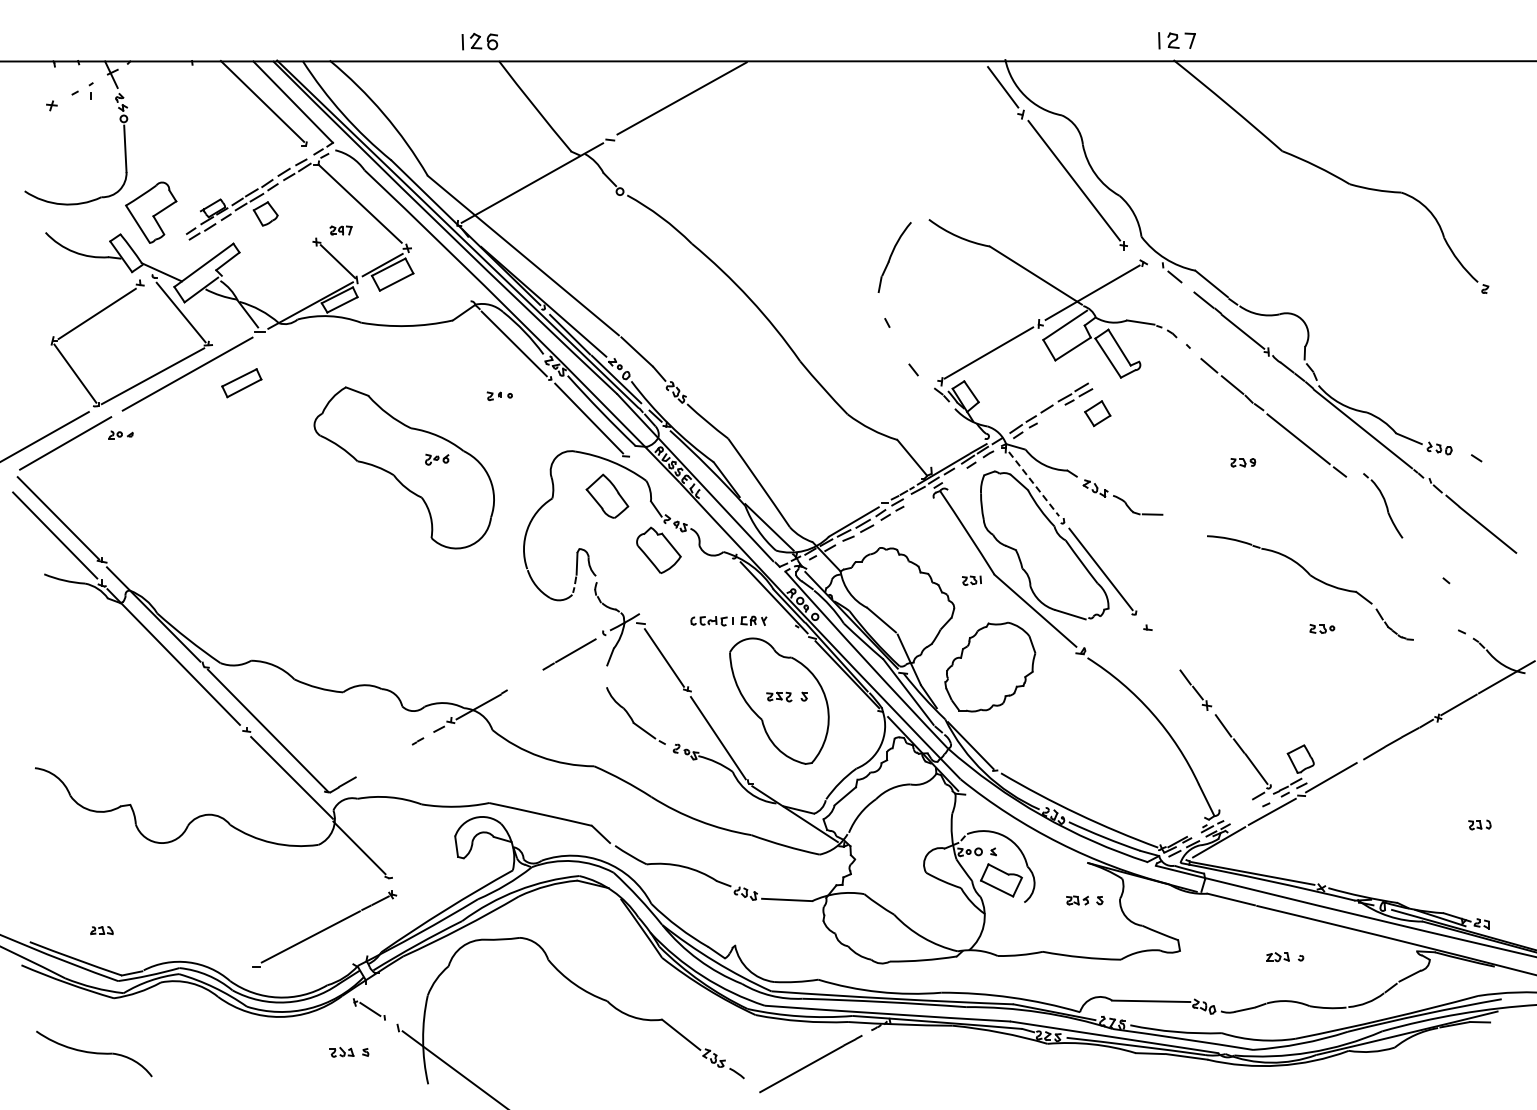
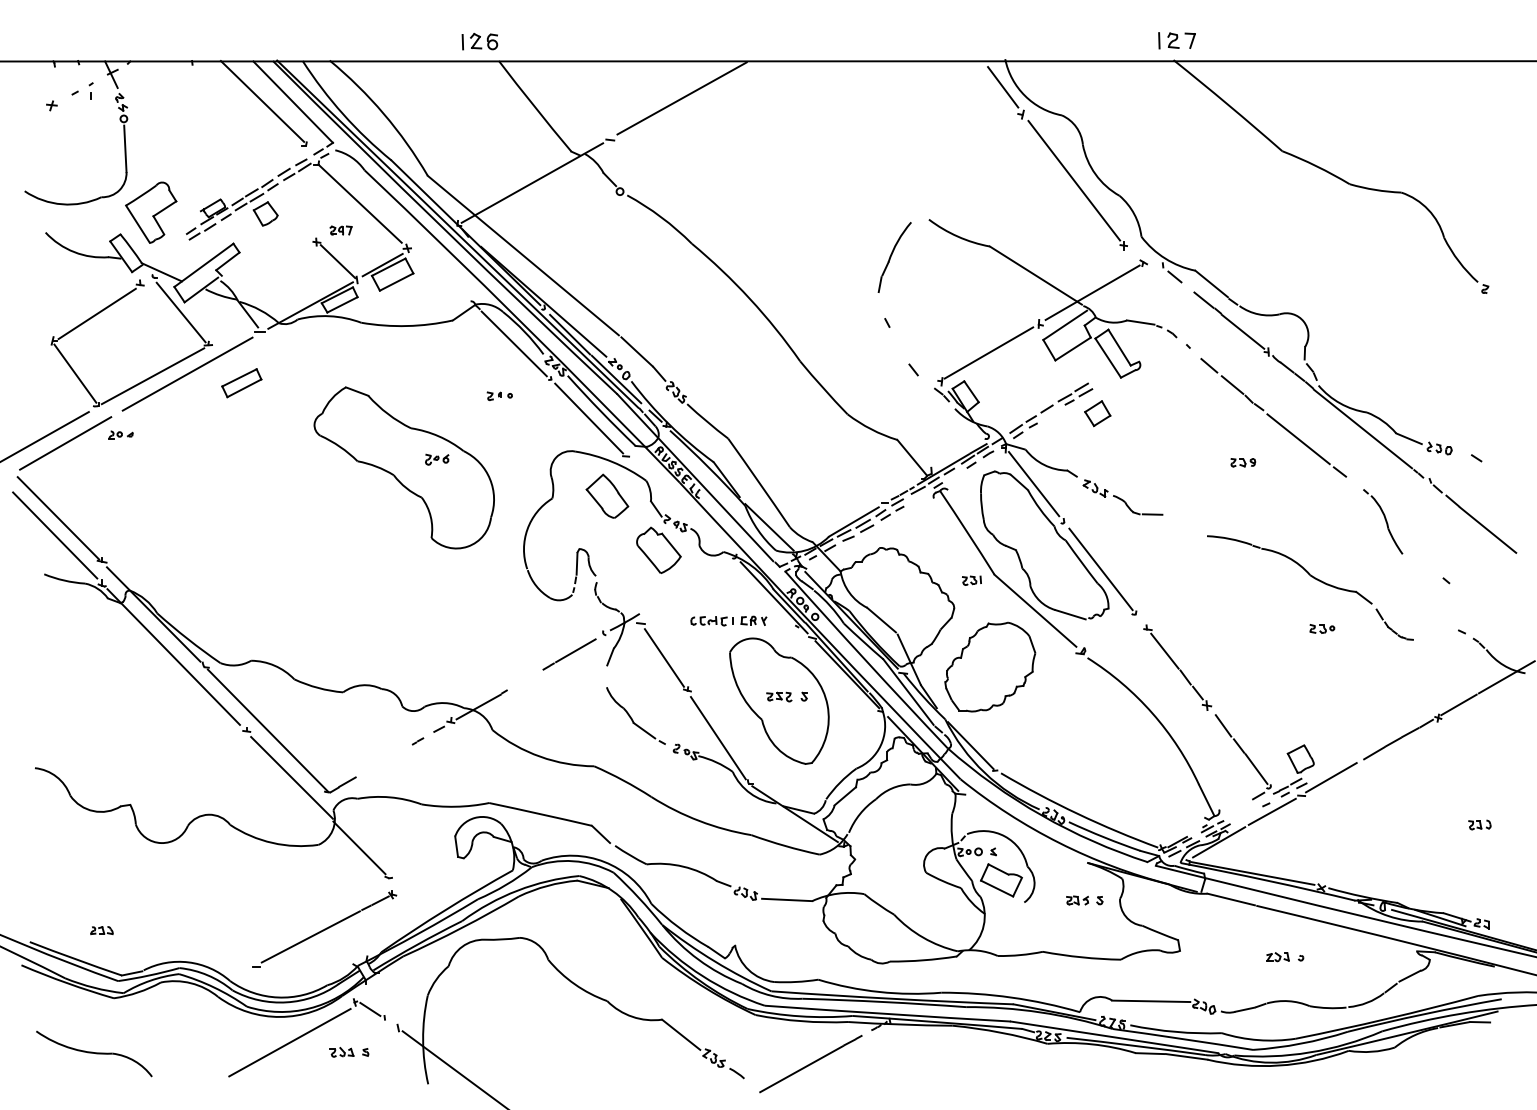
line at (1034, 484): dashed -> solid
part at (1383, 505) position: (1383, 505) -> (1383, 521)
line at (1164, 650): none -> present
line at (289, 1042): none -> present
